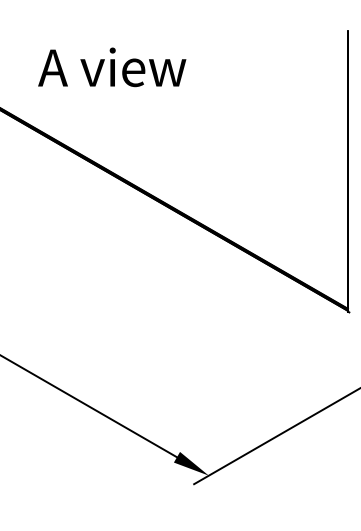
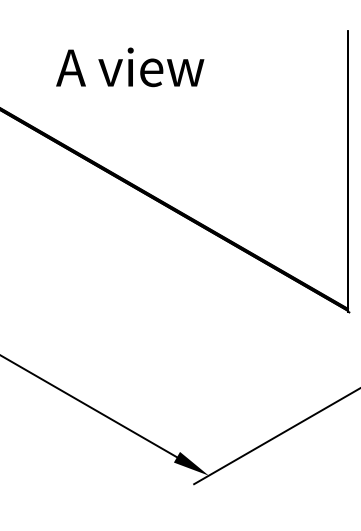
text at (112, 67) position: (112, 67) -> (130, 67)
